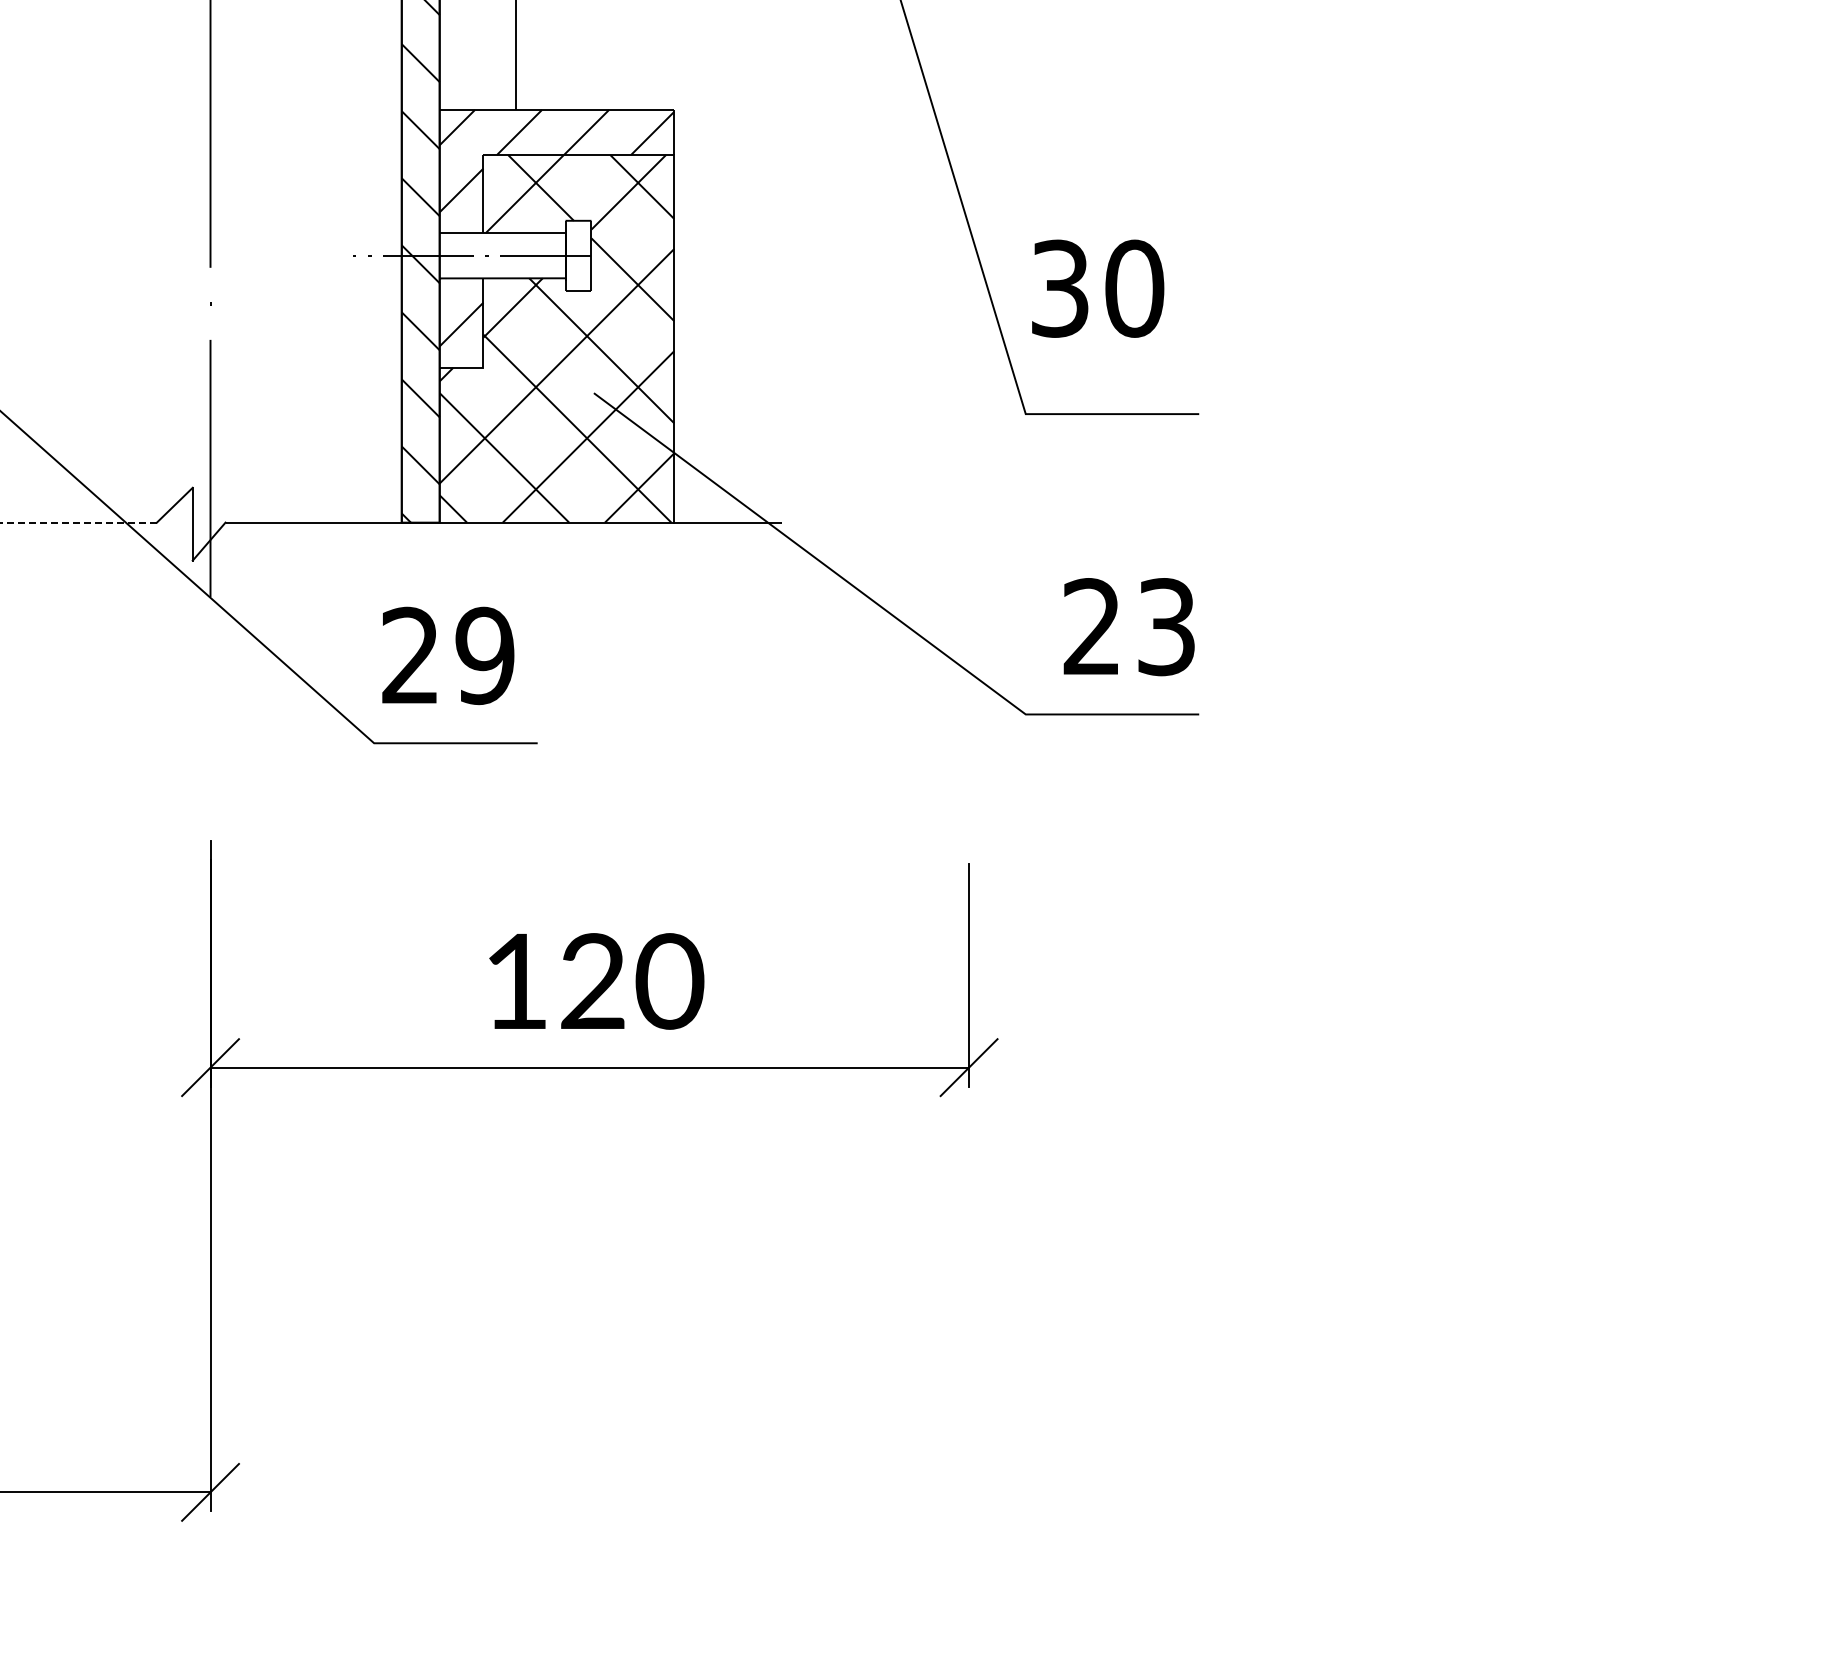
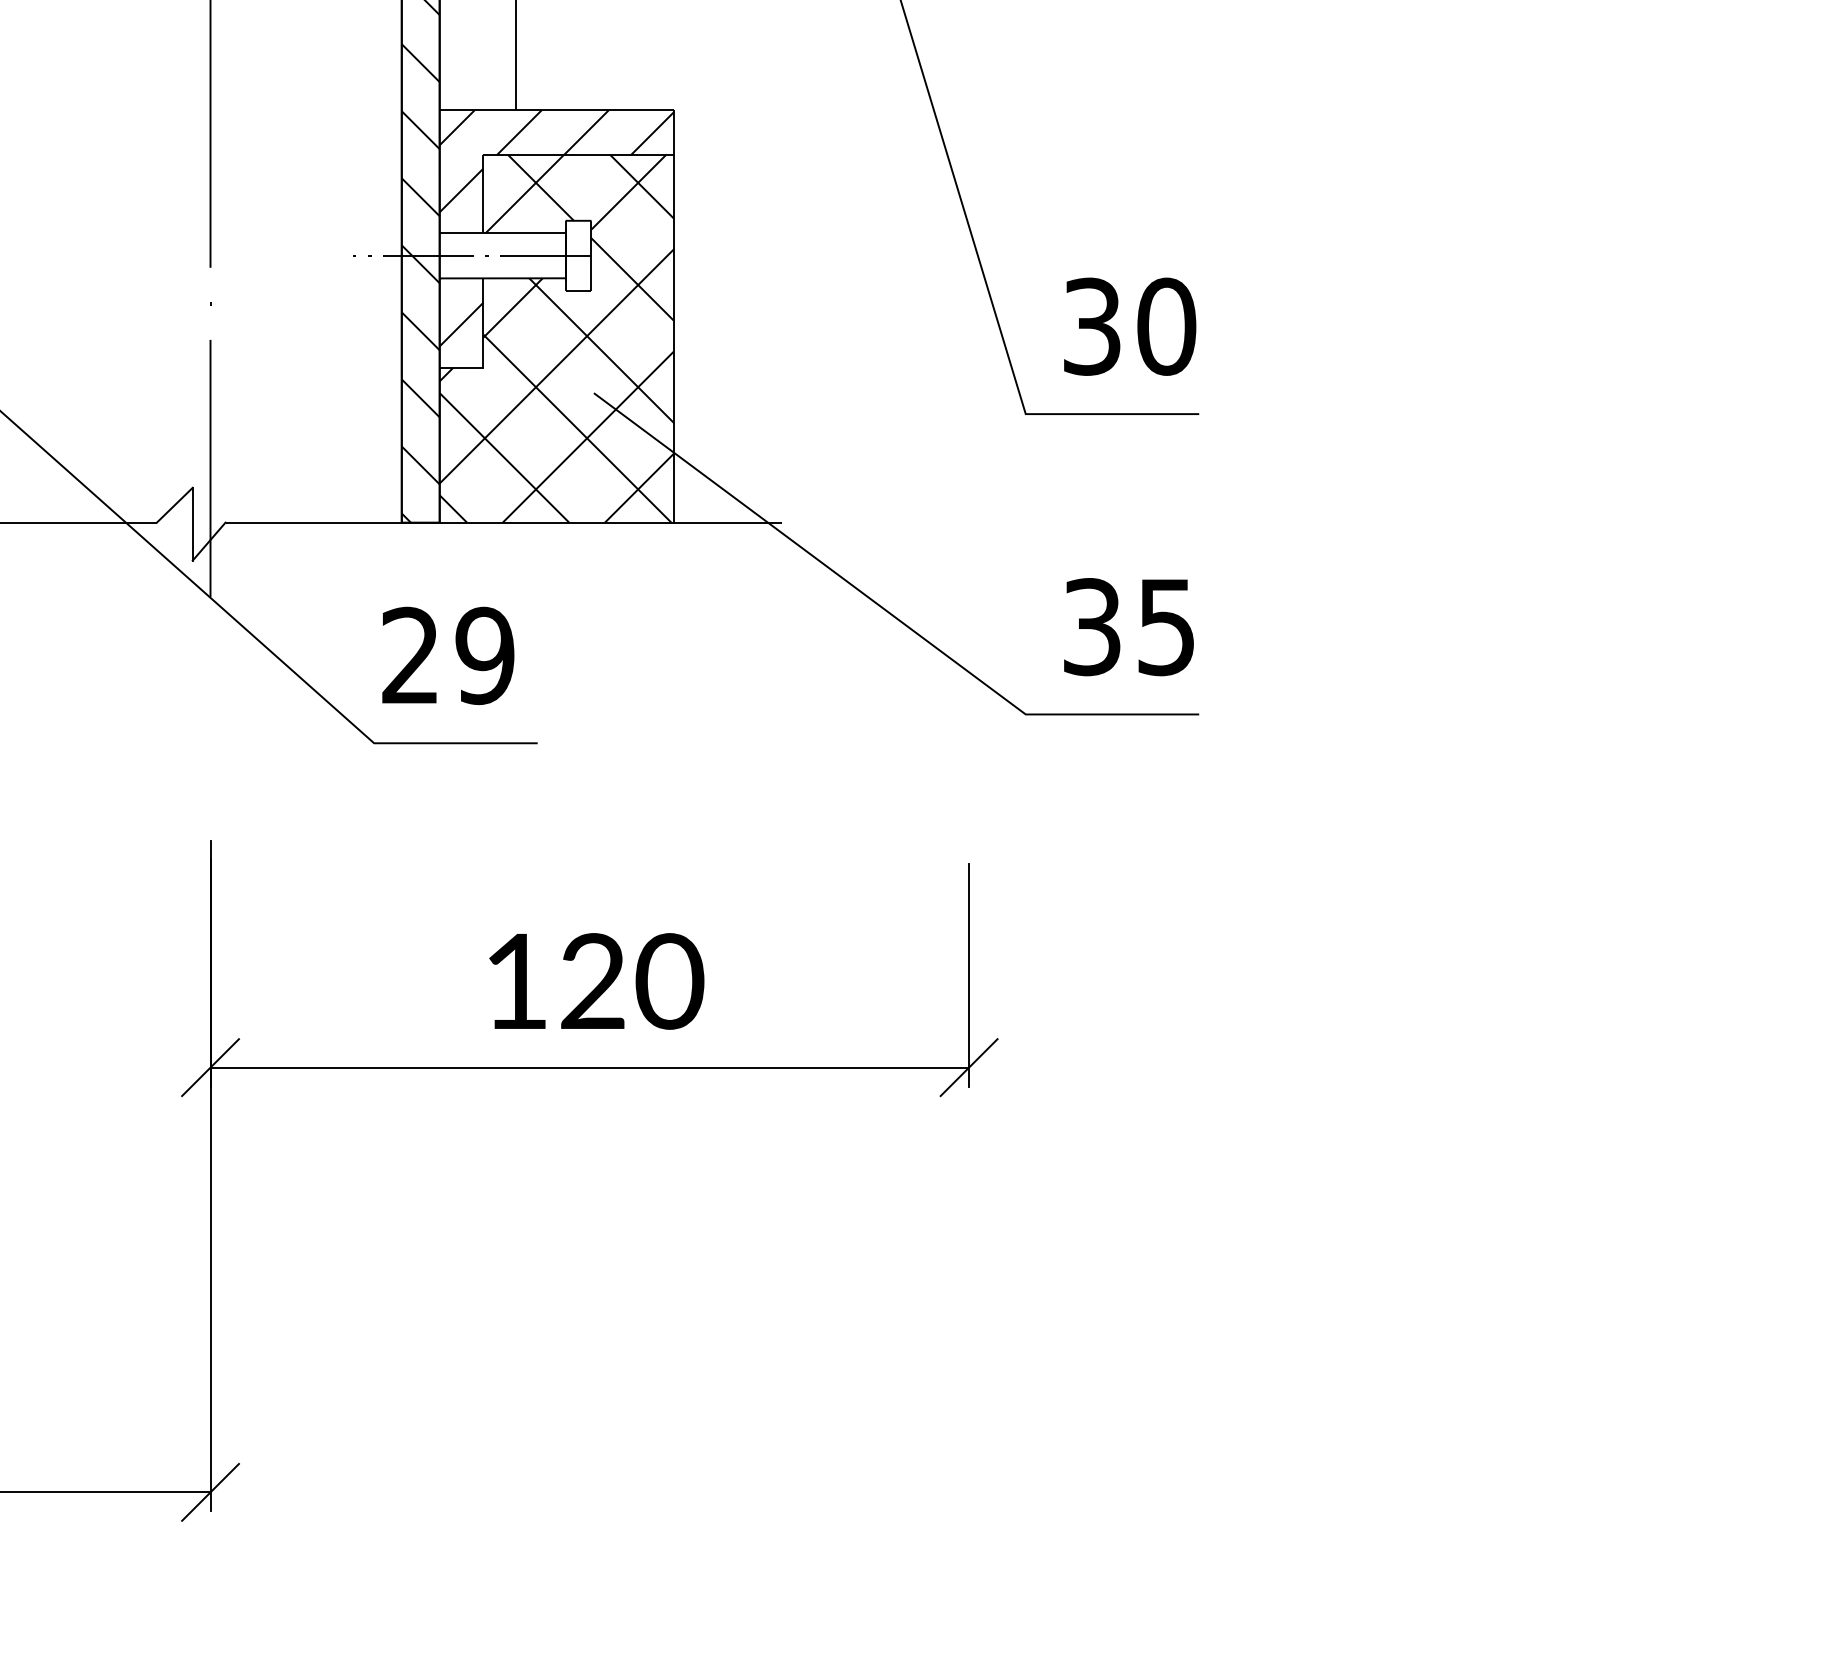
text at (1098, 288) position: (1098, 288) -> (1130, 326)
line at (78, 522): dashed -> solid
text at (1128, 627): 23 -> 35
